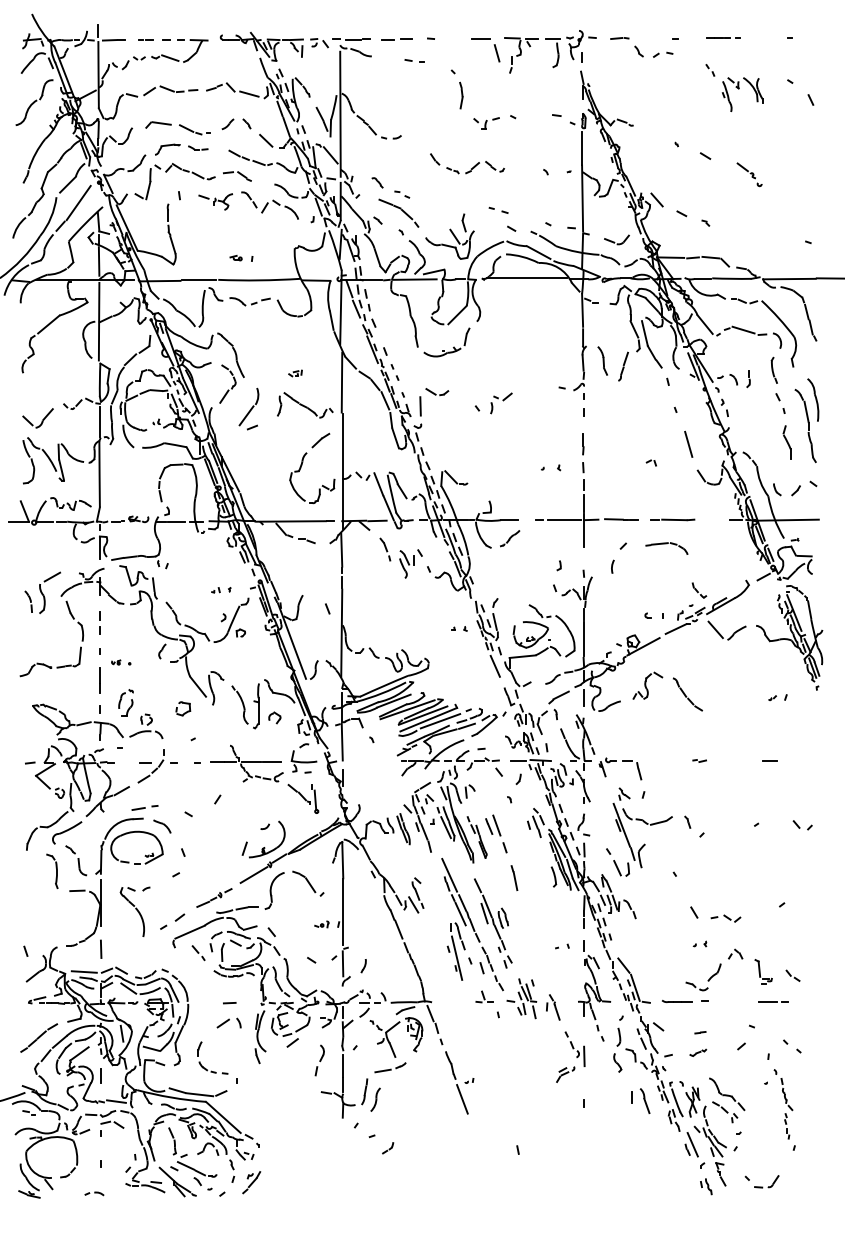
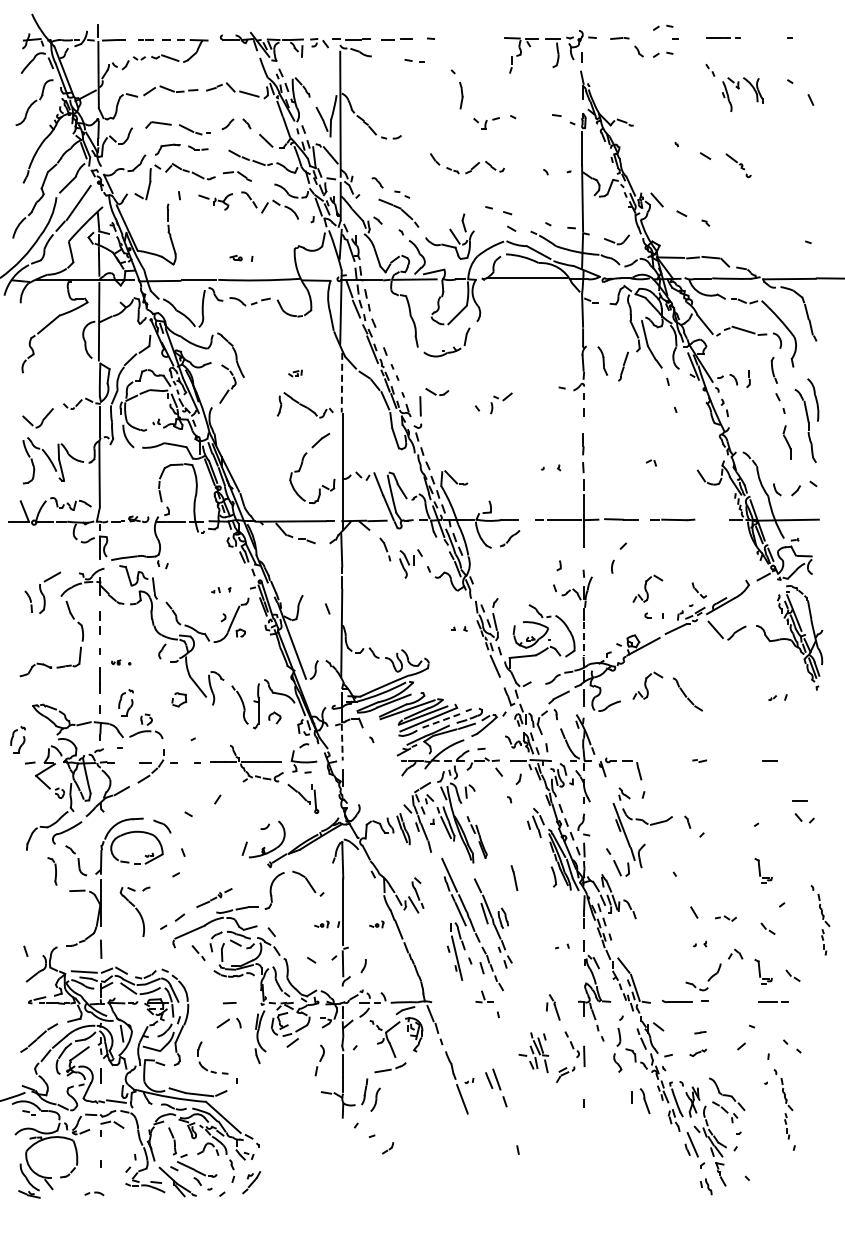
part at (663, 27): none -> present
part at (494, 48): present -> none
part at (749, 174) position: (749, 174) -> (738, 165)
part at (498, 209) size: 21x8 px -> 28x10 px
line at (342, 382): solid -> dashed
part at (248, 408): present -> none
line at (688, 443): present -> none
part at (666, 548): present -> none
part at (647, 588): none -> present
line at (583, 639): solid -> dashed
part at (183, 708) position: (183, 708) -> (179, 699)
line at (440, 721): solid -> dashed
part at (17, 739): none -> present
line at (342, 742): solid -> dashed
line at (799, 800): none -> present
part at (144, 807): present -> none
part at (802, 825) position: (802, 825) -> (804, 818)
part at (496, 833) position: (496, 833) -> (496, 1087)
part at (763, 870): none -> present
part at (52, 871) size: 13x37 px -> 11x29 px
line at (253, 874): present -> none
part at (725, 918) size: 32x9 px -> 22x7 px
part at (820, 920): none -> present
part at (376, 924): none -> present
part at (767, 928): none -> present
part at (521, 998) position: (521, 998) -> (533, 1052)
part at (766, 1181): present -> none
